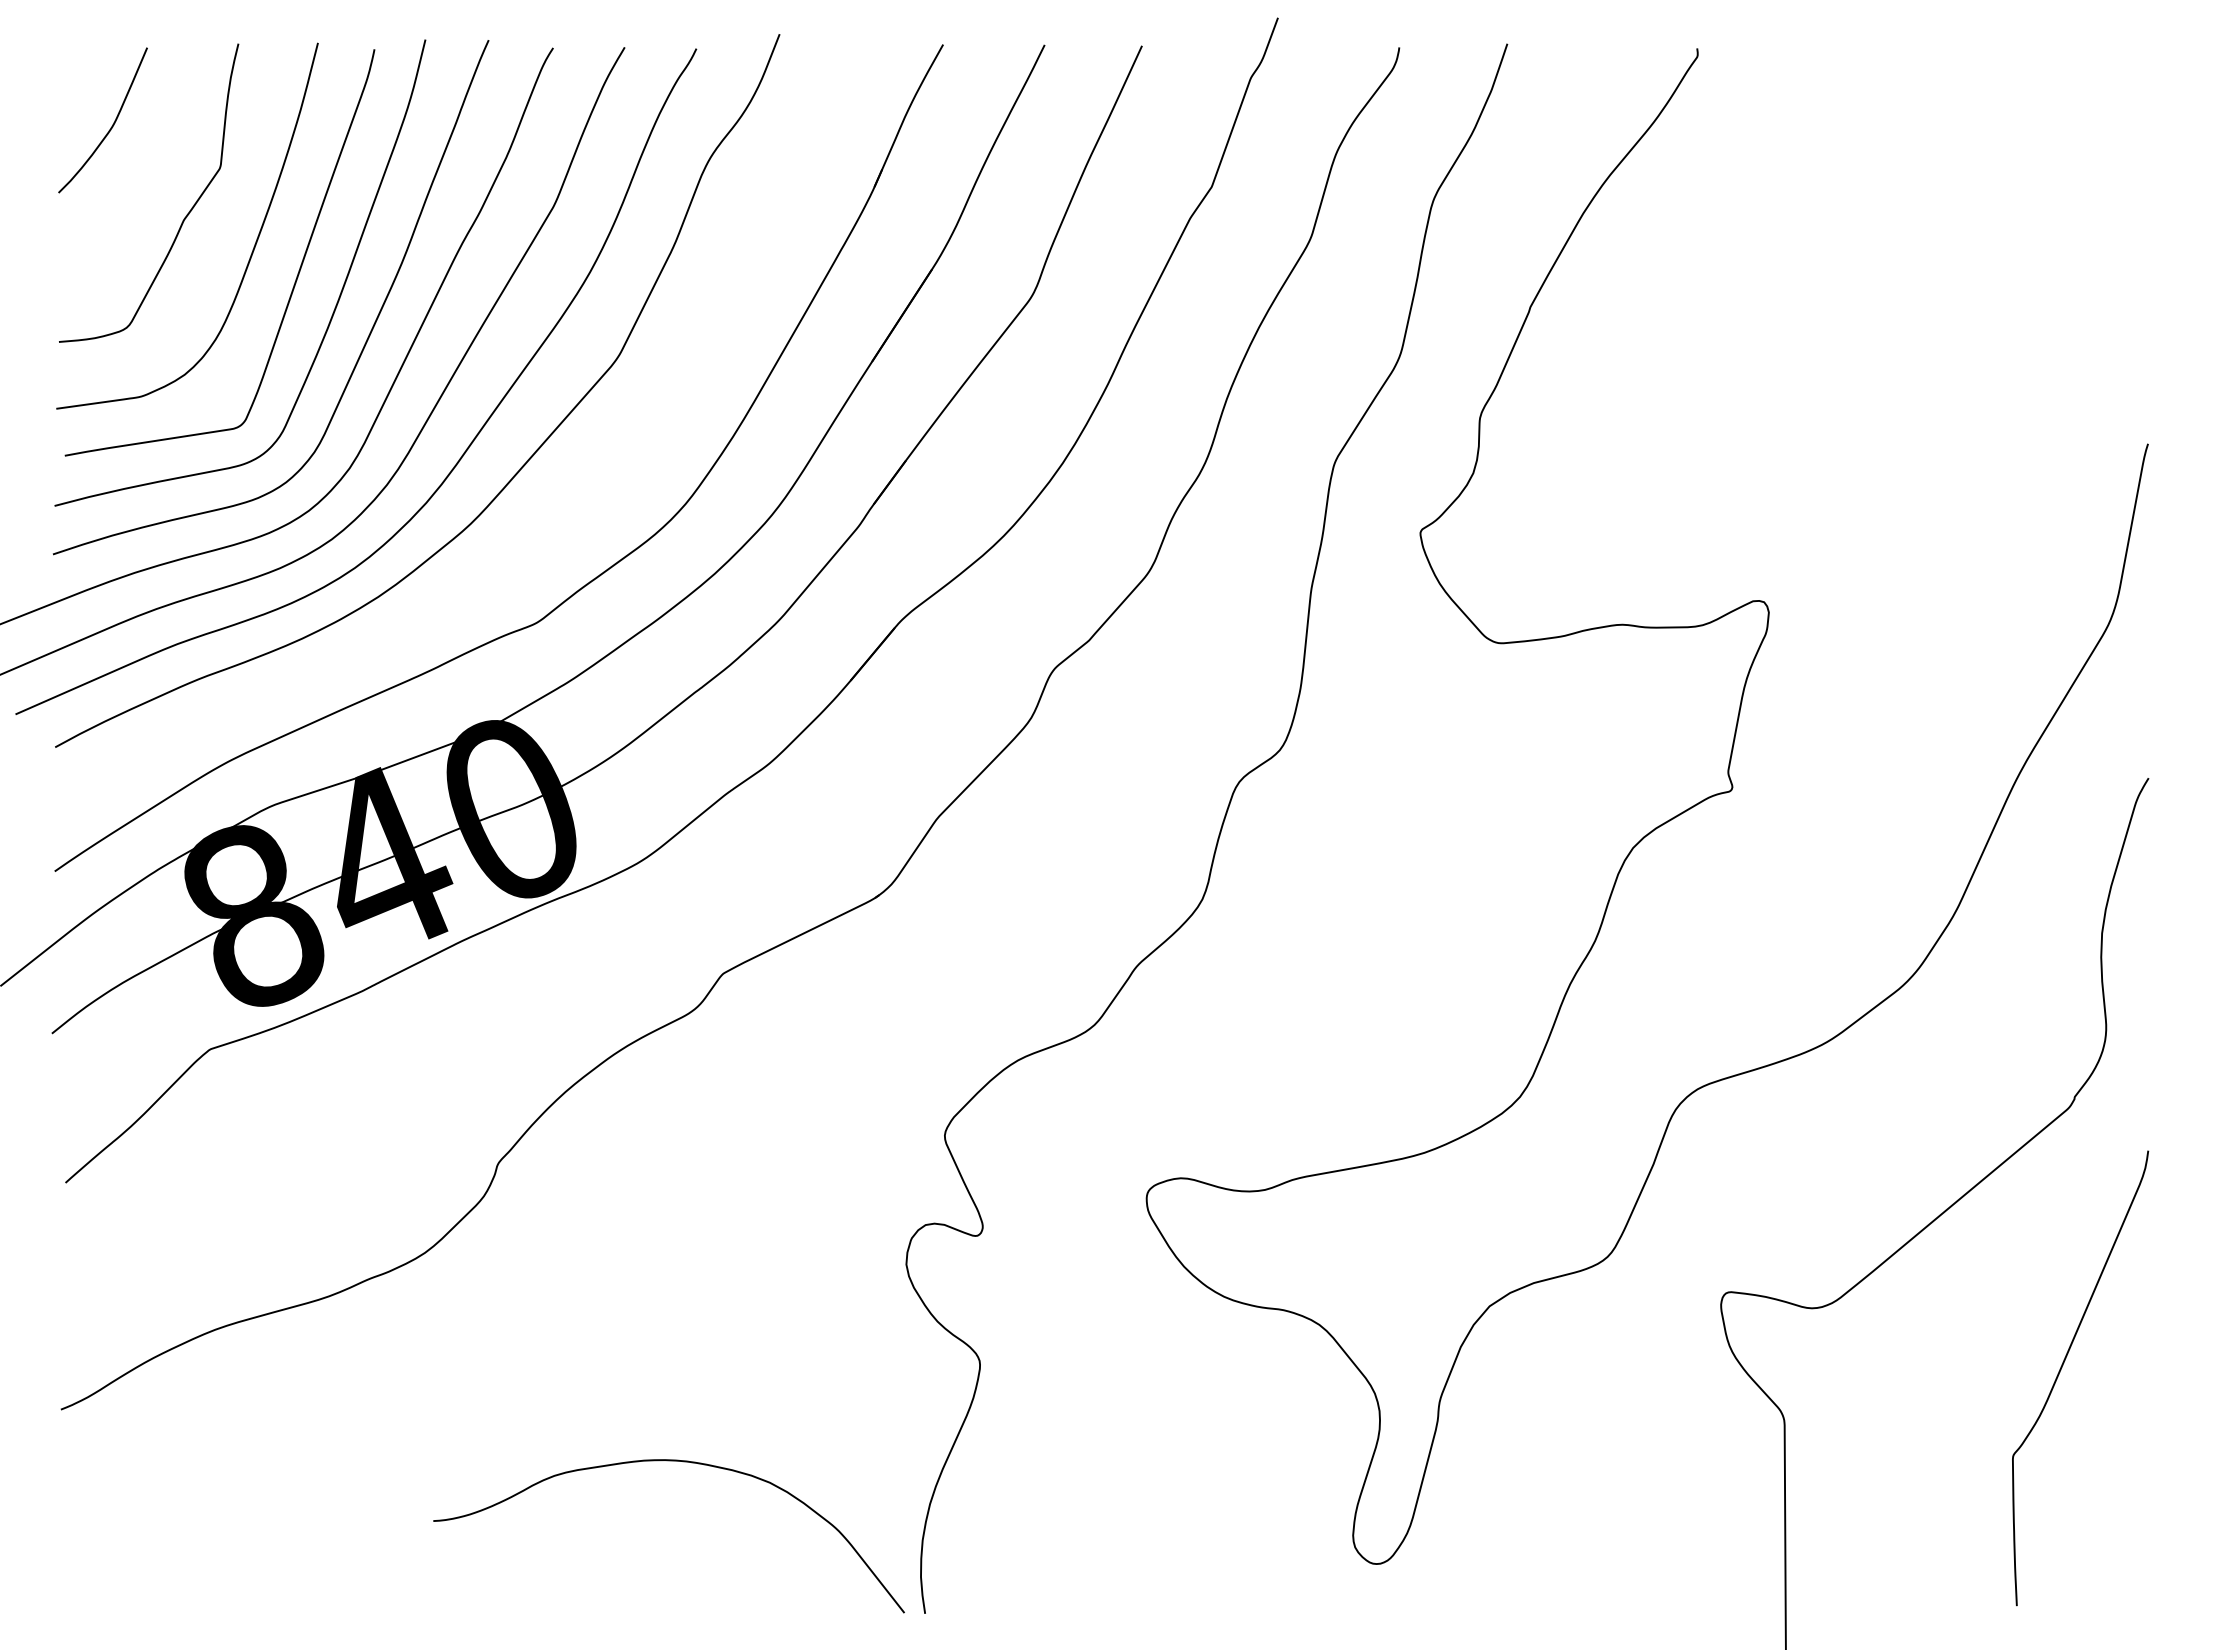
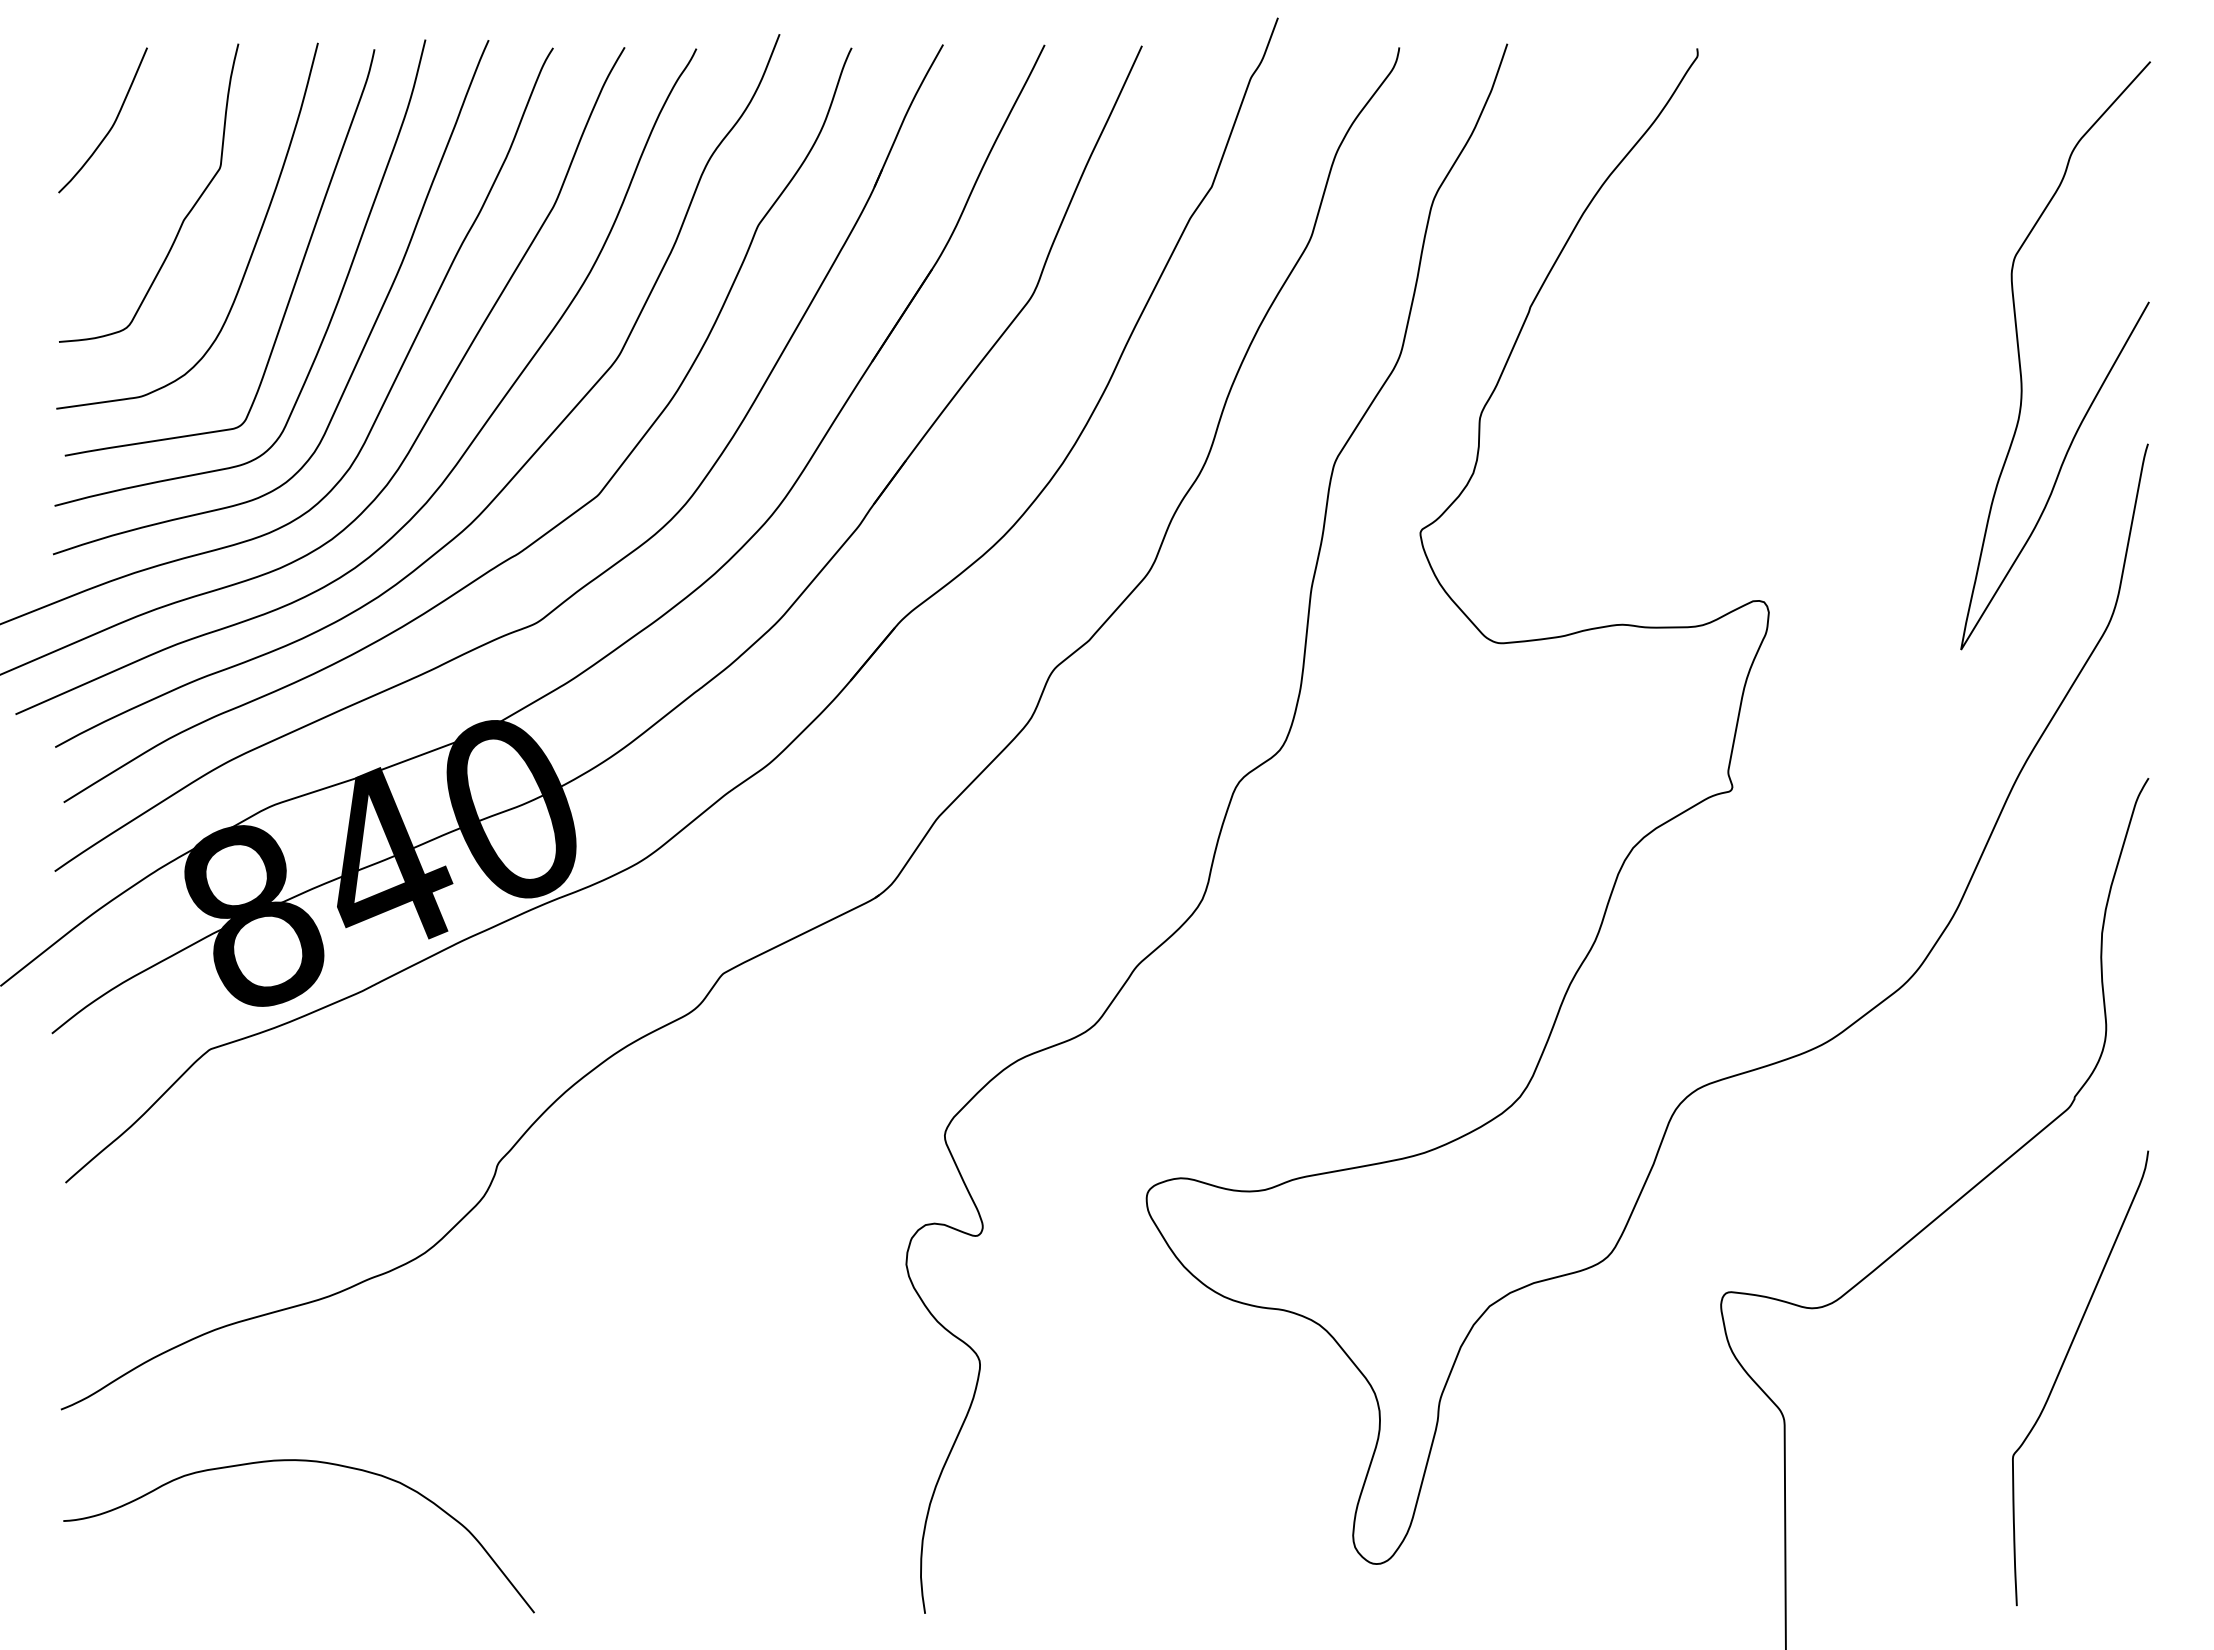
curve at (2020, 357): none -> present
curve at (541, 535): none -> present
curve at (668, 1461) position: (668, 1461) -> (298, 1461)
